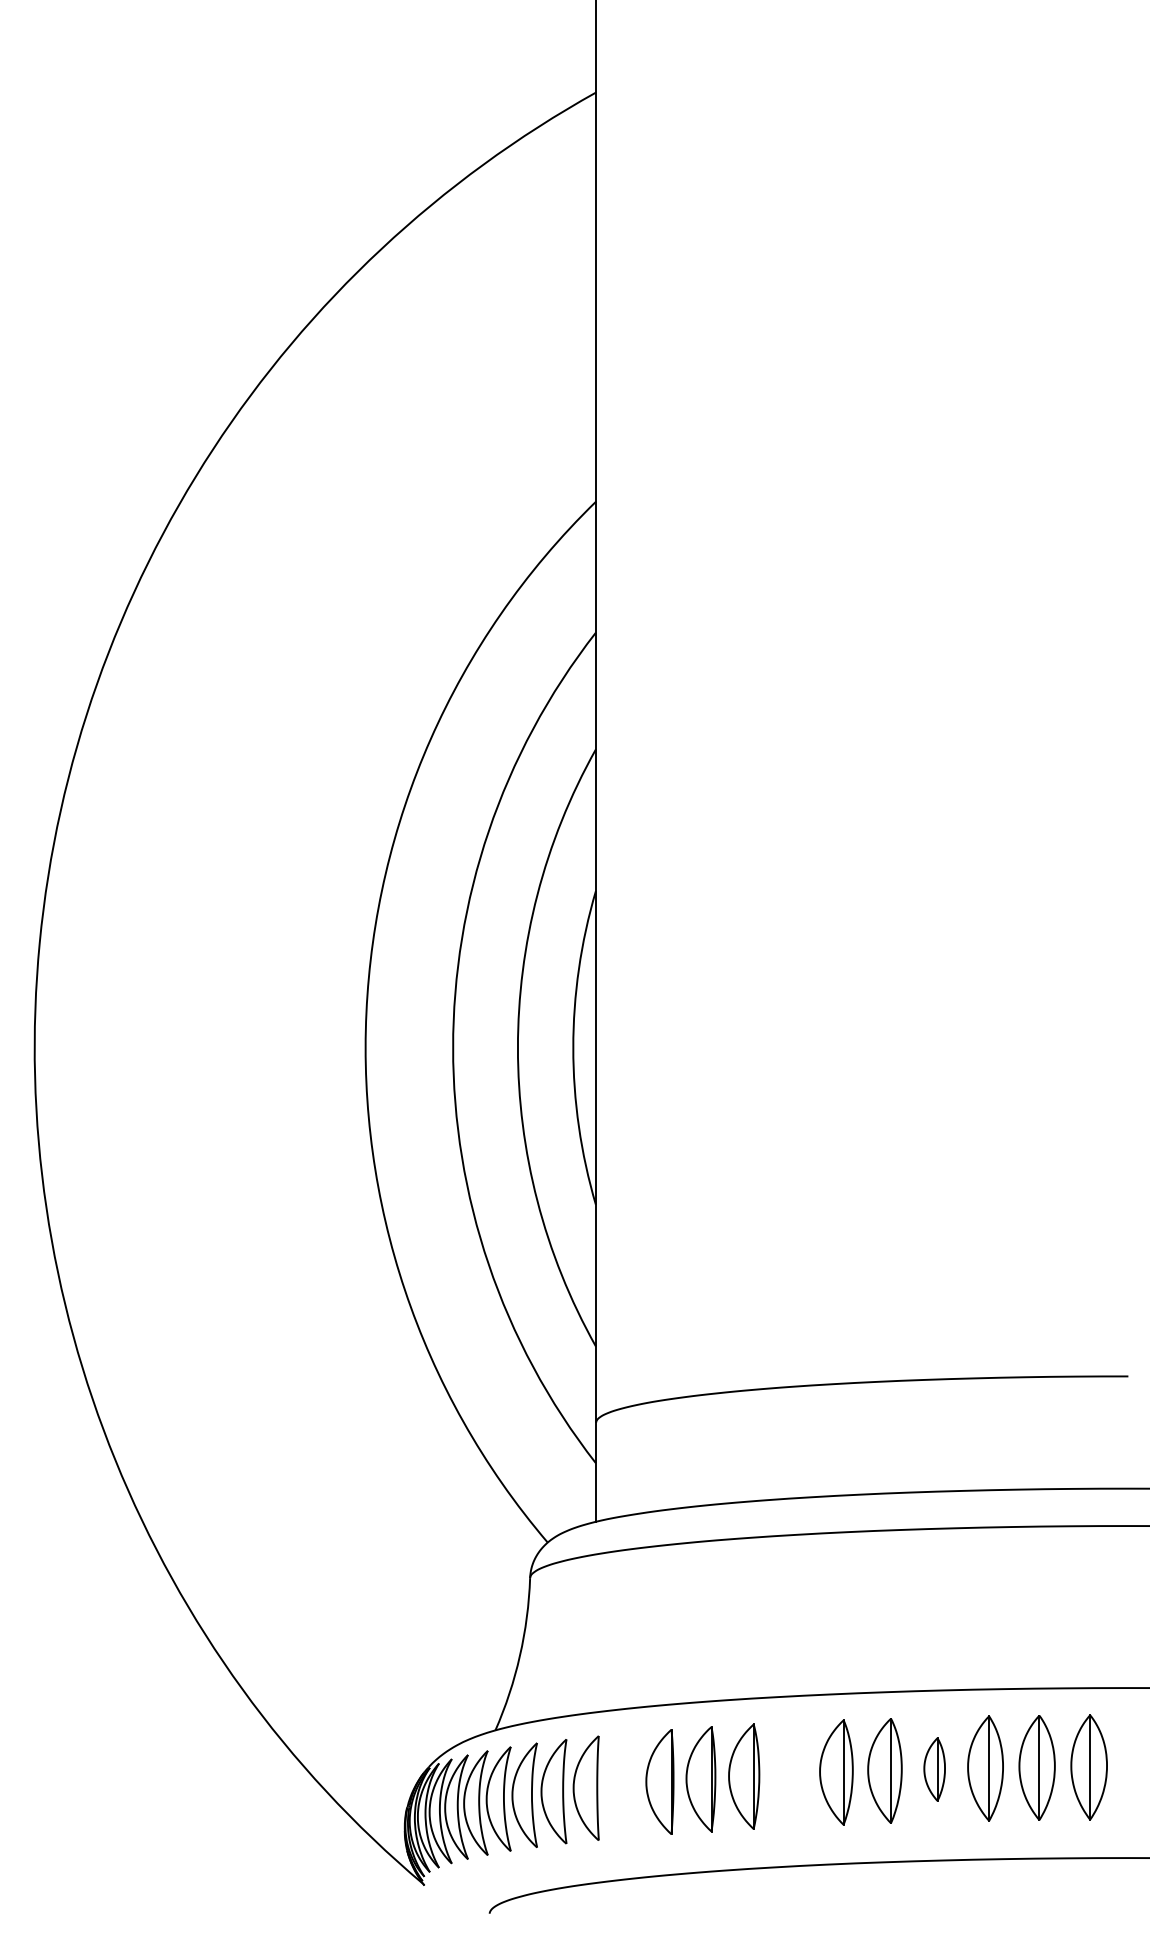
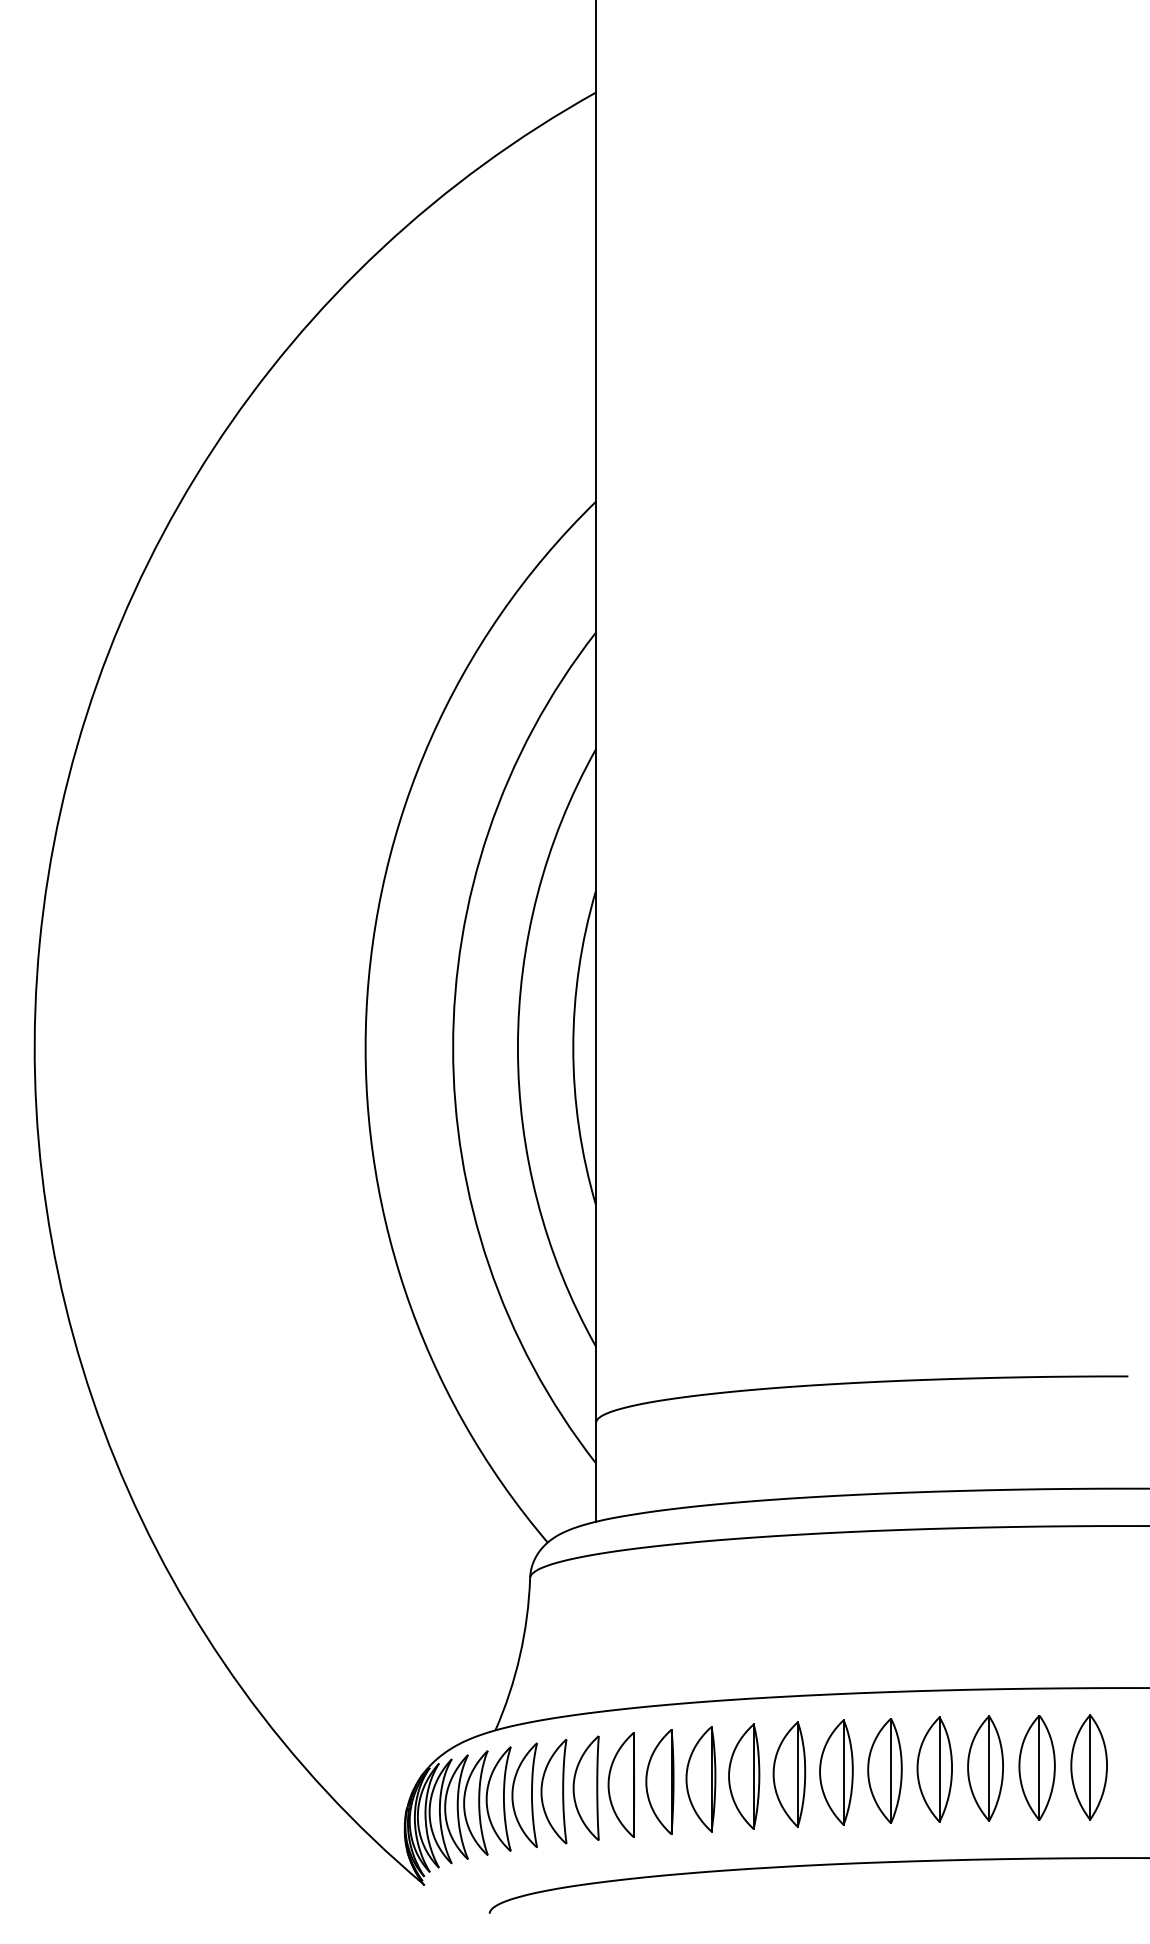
part at (934, 1769) size: 23x65 px -> 37x107 px
part at (789, 1774): none -> present
part at (620, 1784): none -> present
